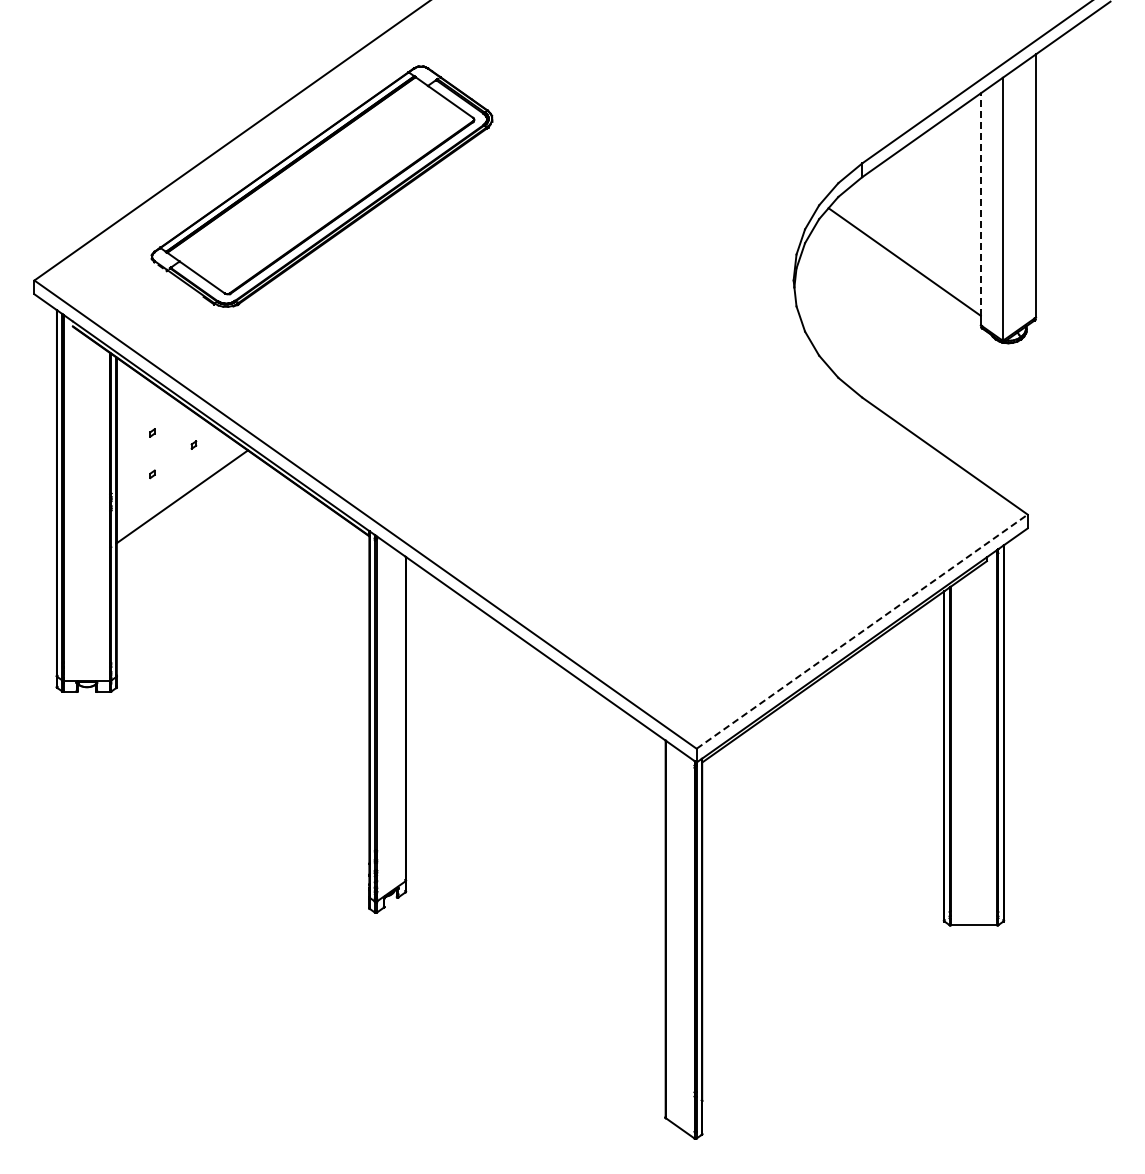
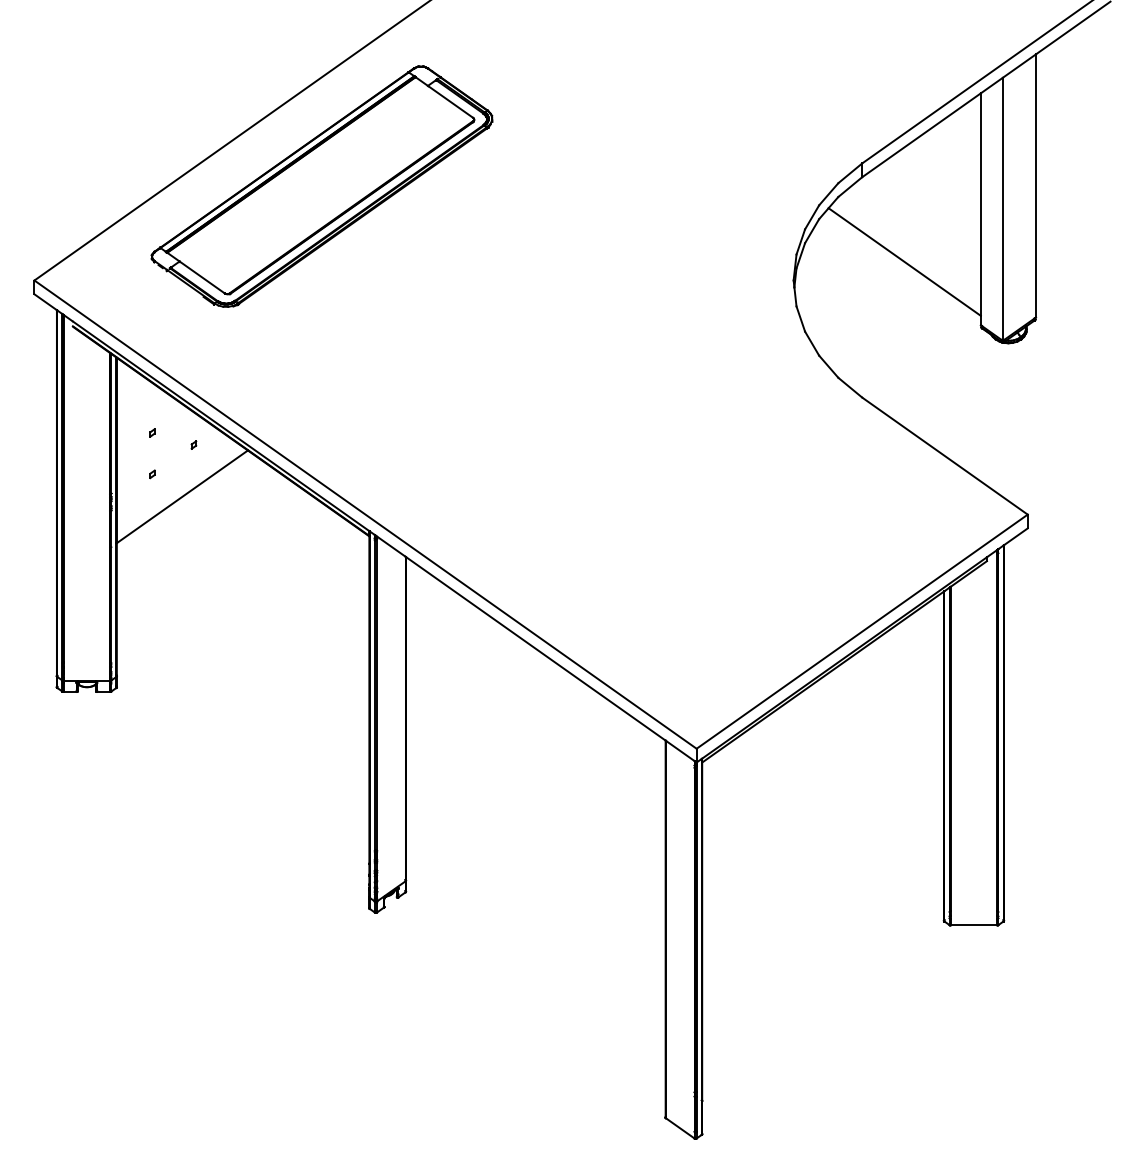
line at (980, 204): dashed -> solid
line at (862, 631): dashed -> solid
